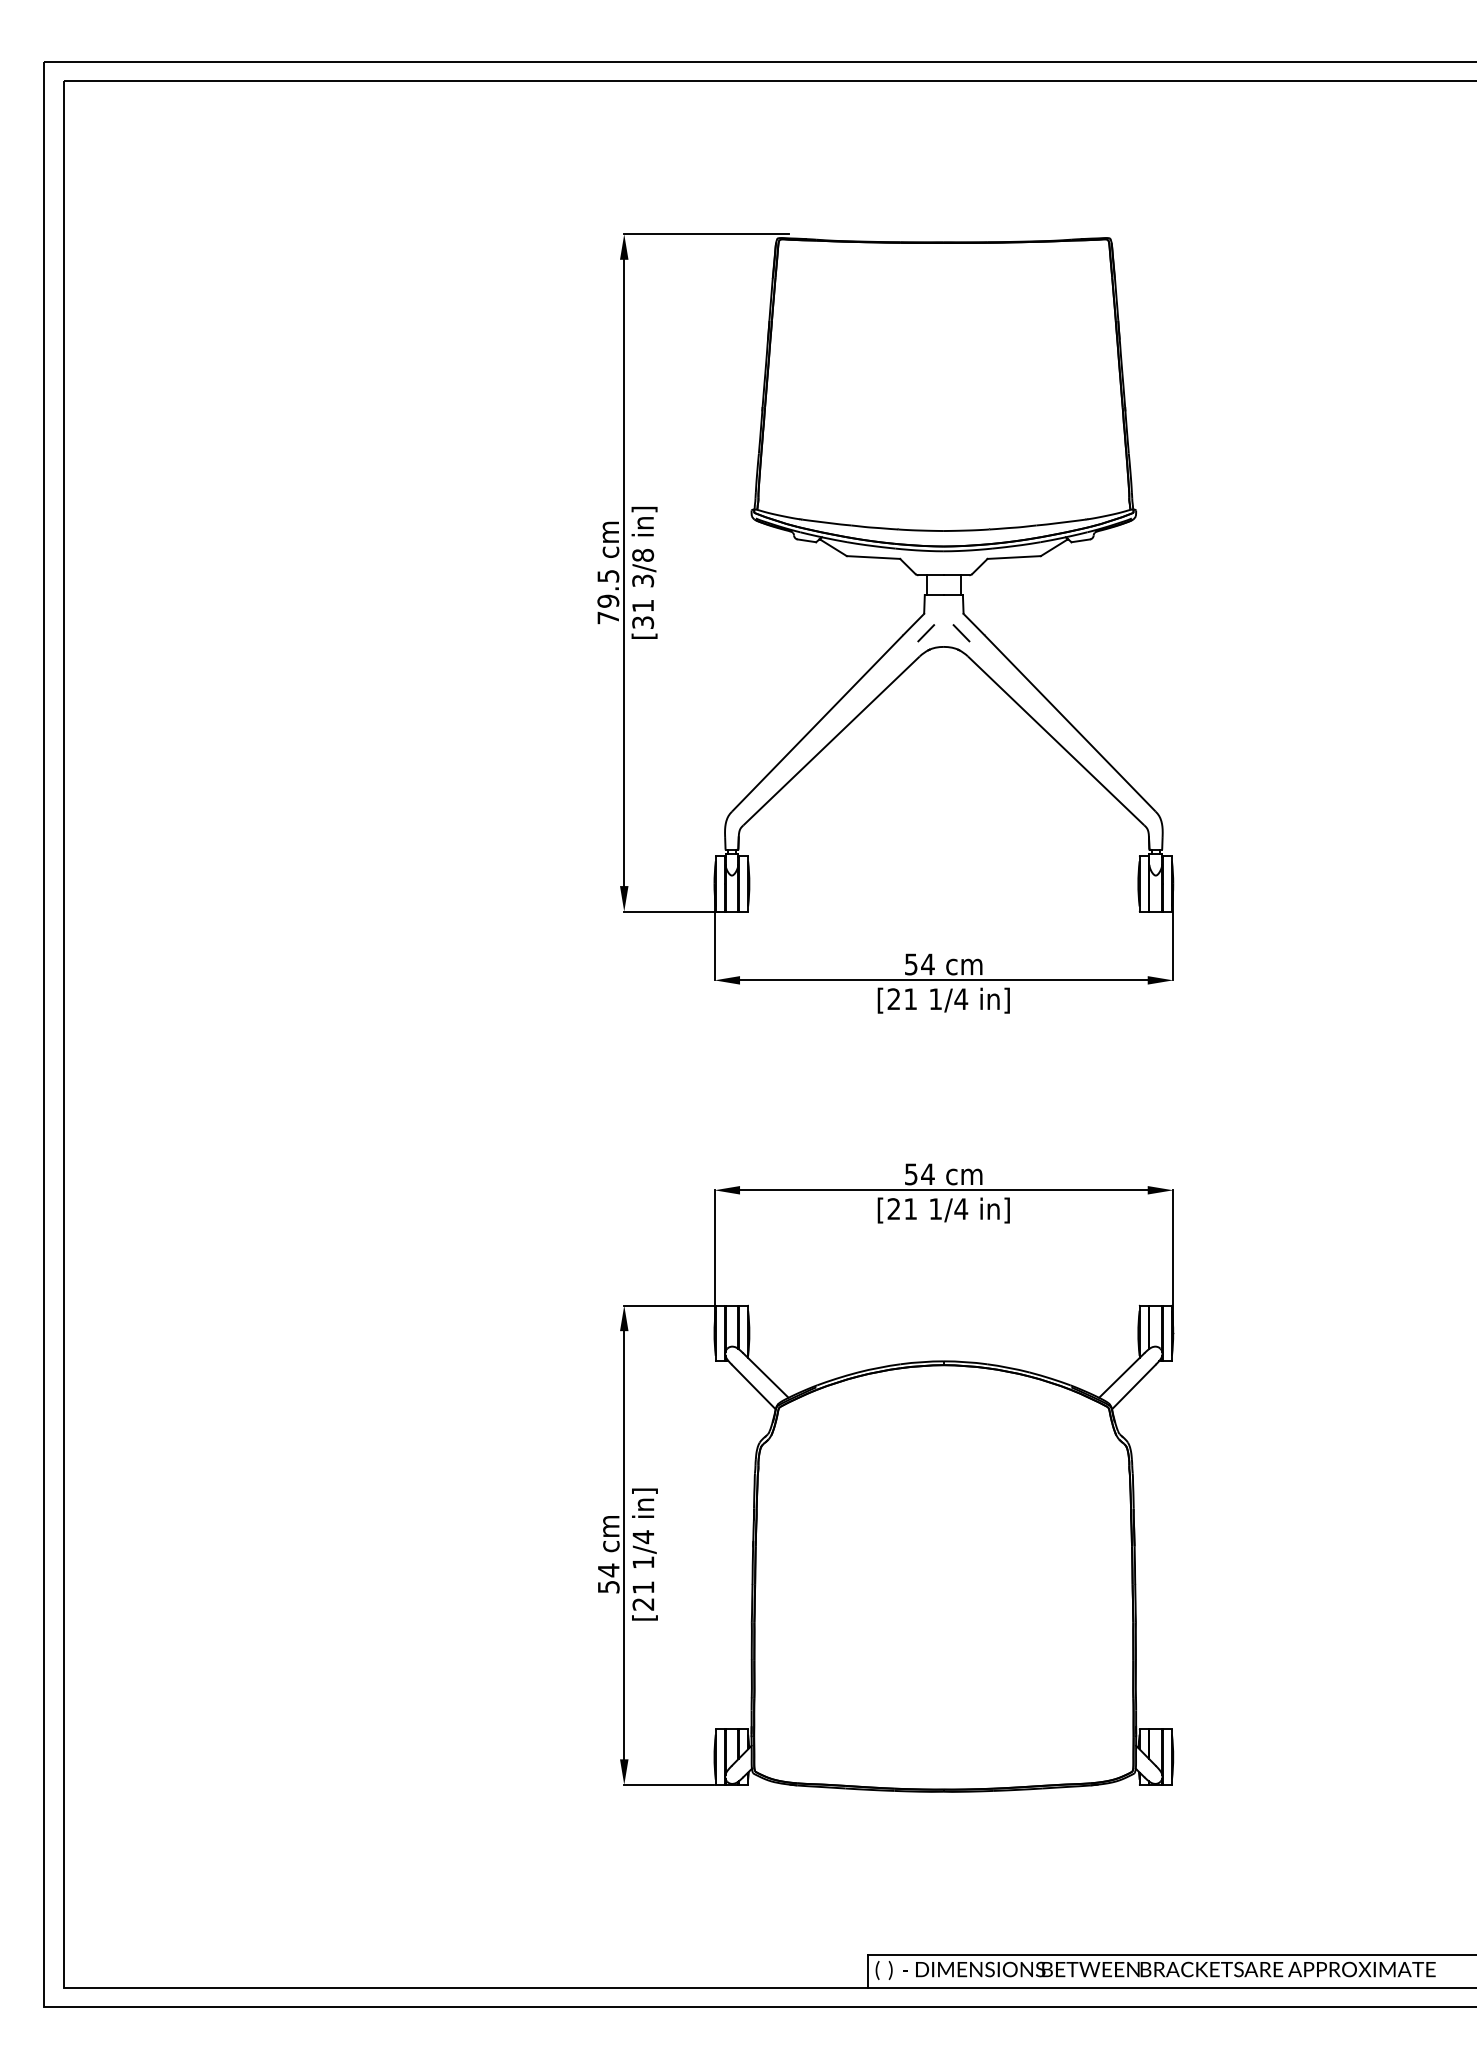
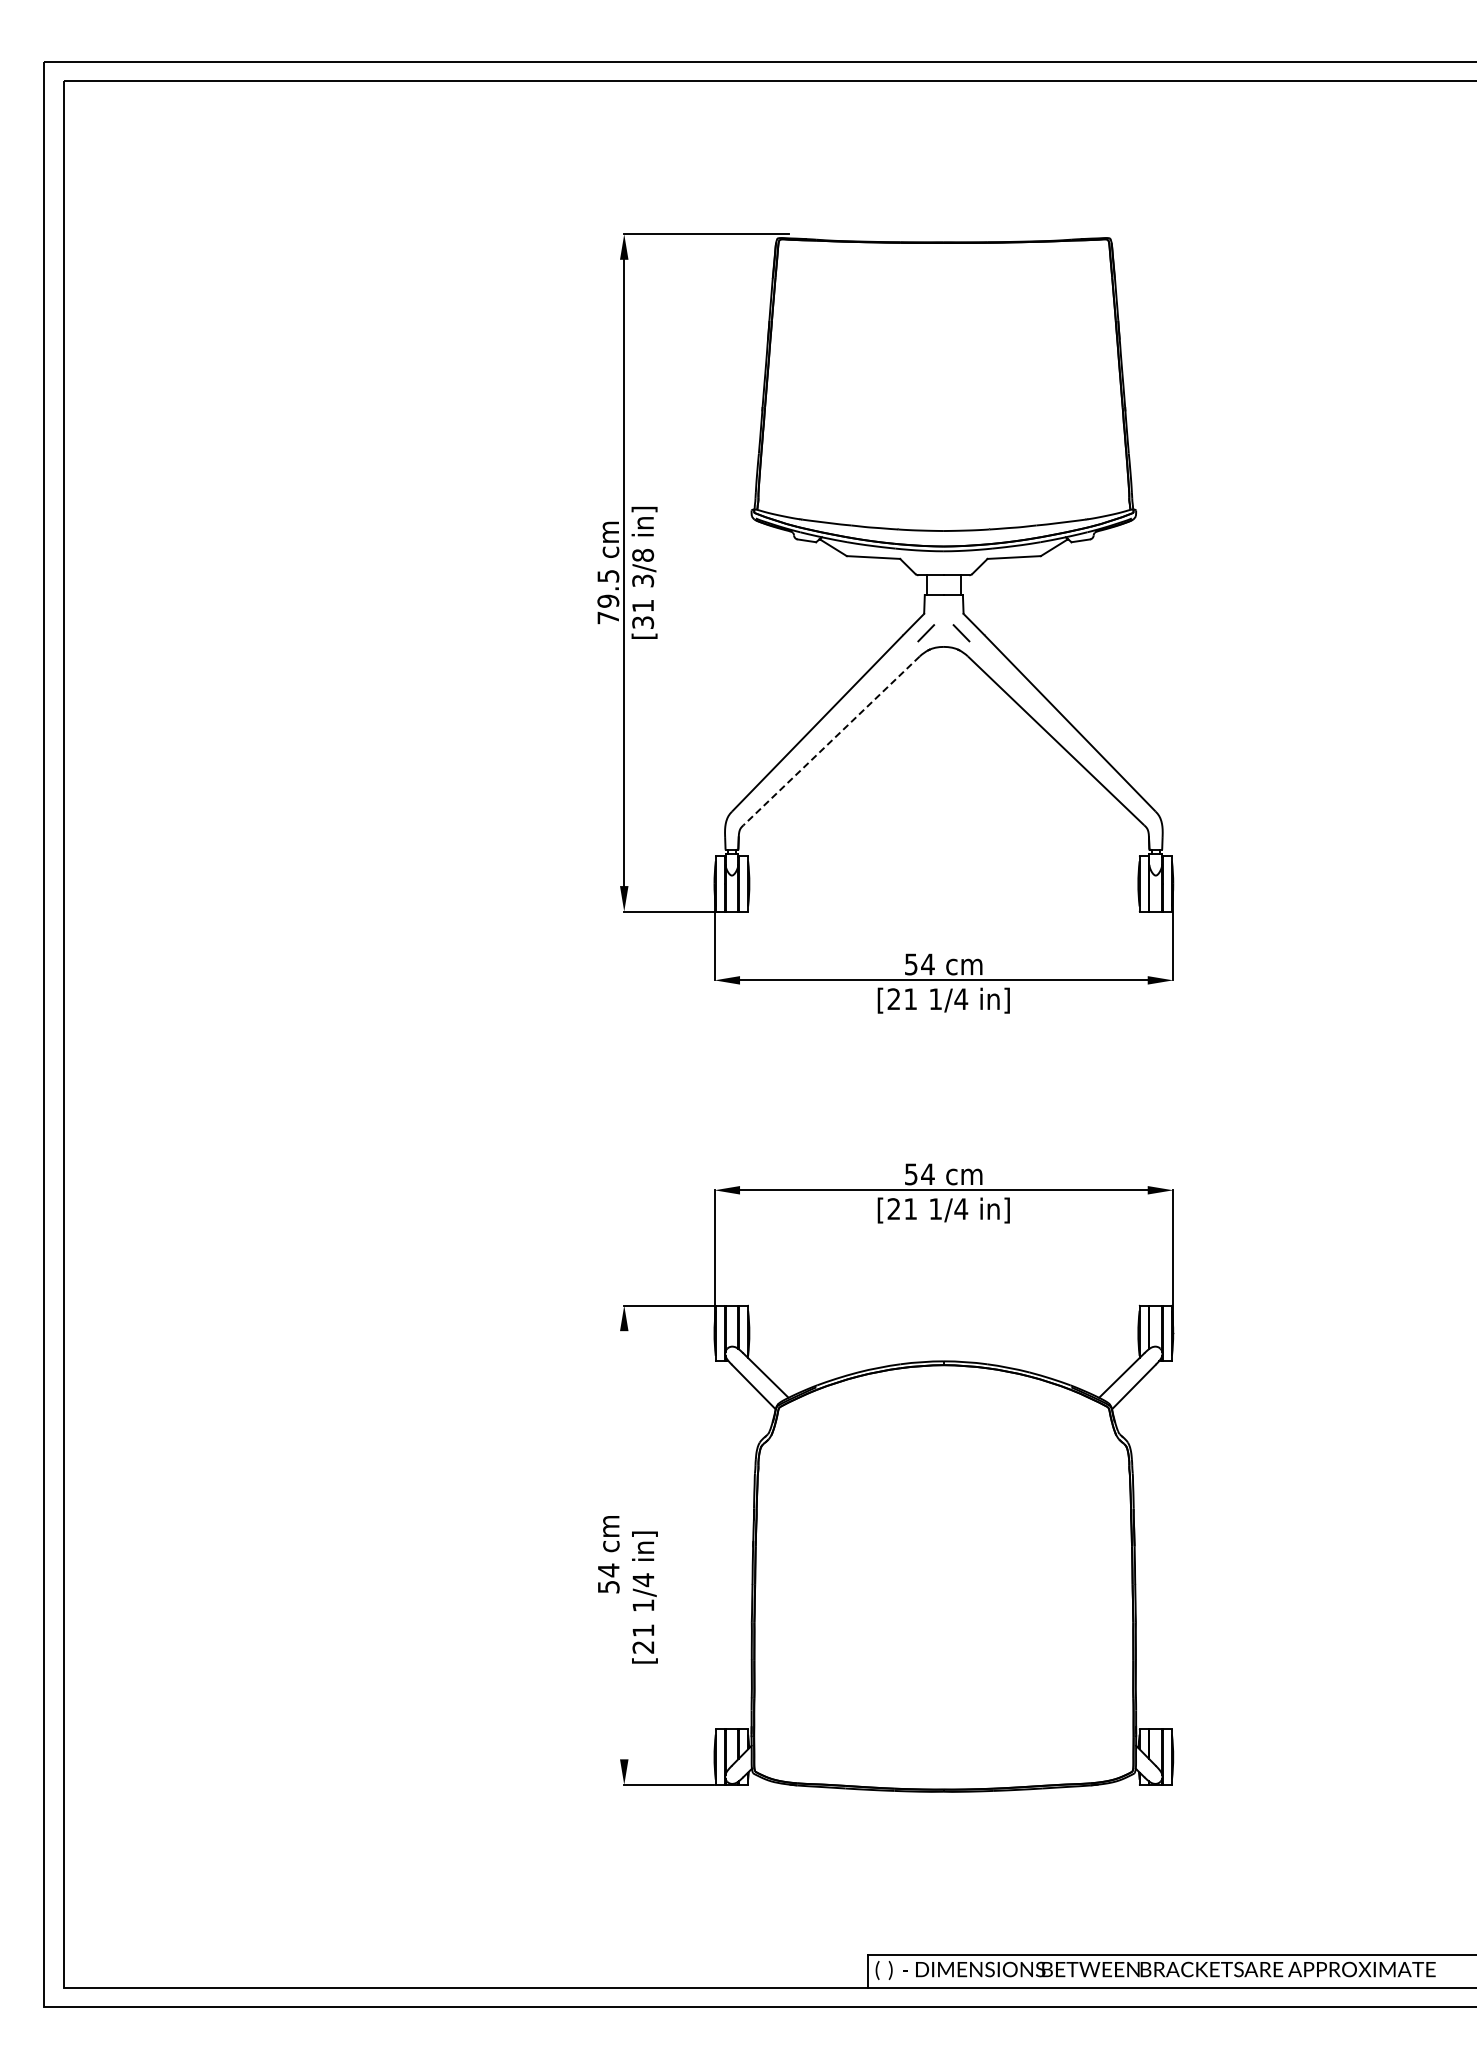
line at (831, 741): solid -> dashed
line at (624, 1545): present -> none
text at (644, 1554) position: (644, 1554) -> (644, 1597)
